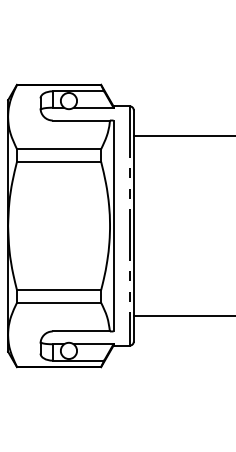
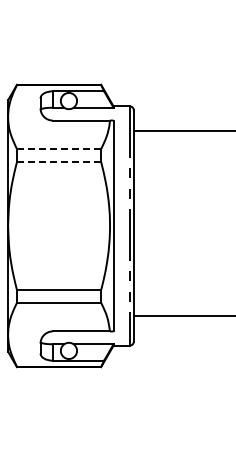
line at (182, 135) position: (182, 135) -> (182, 130)
line at (58, 149): solid -> dashed
line at (59, 161): solid -> dashed
